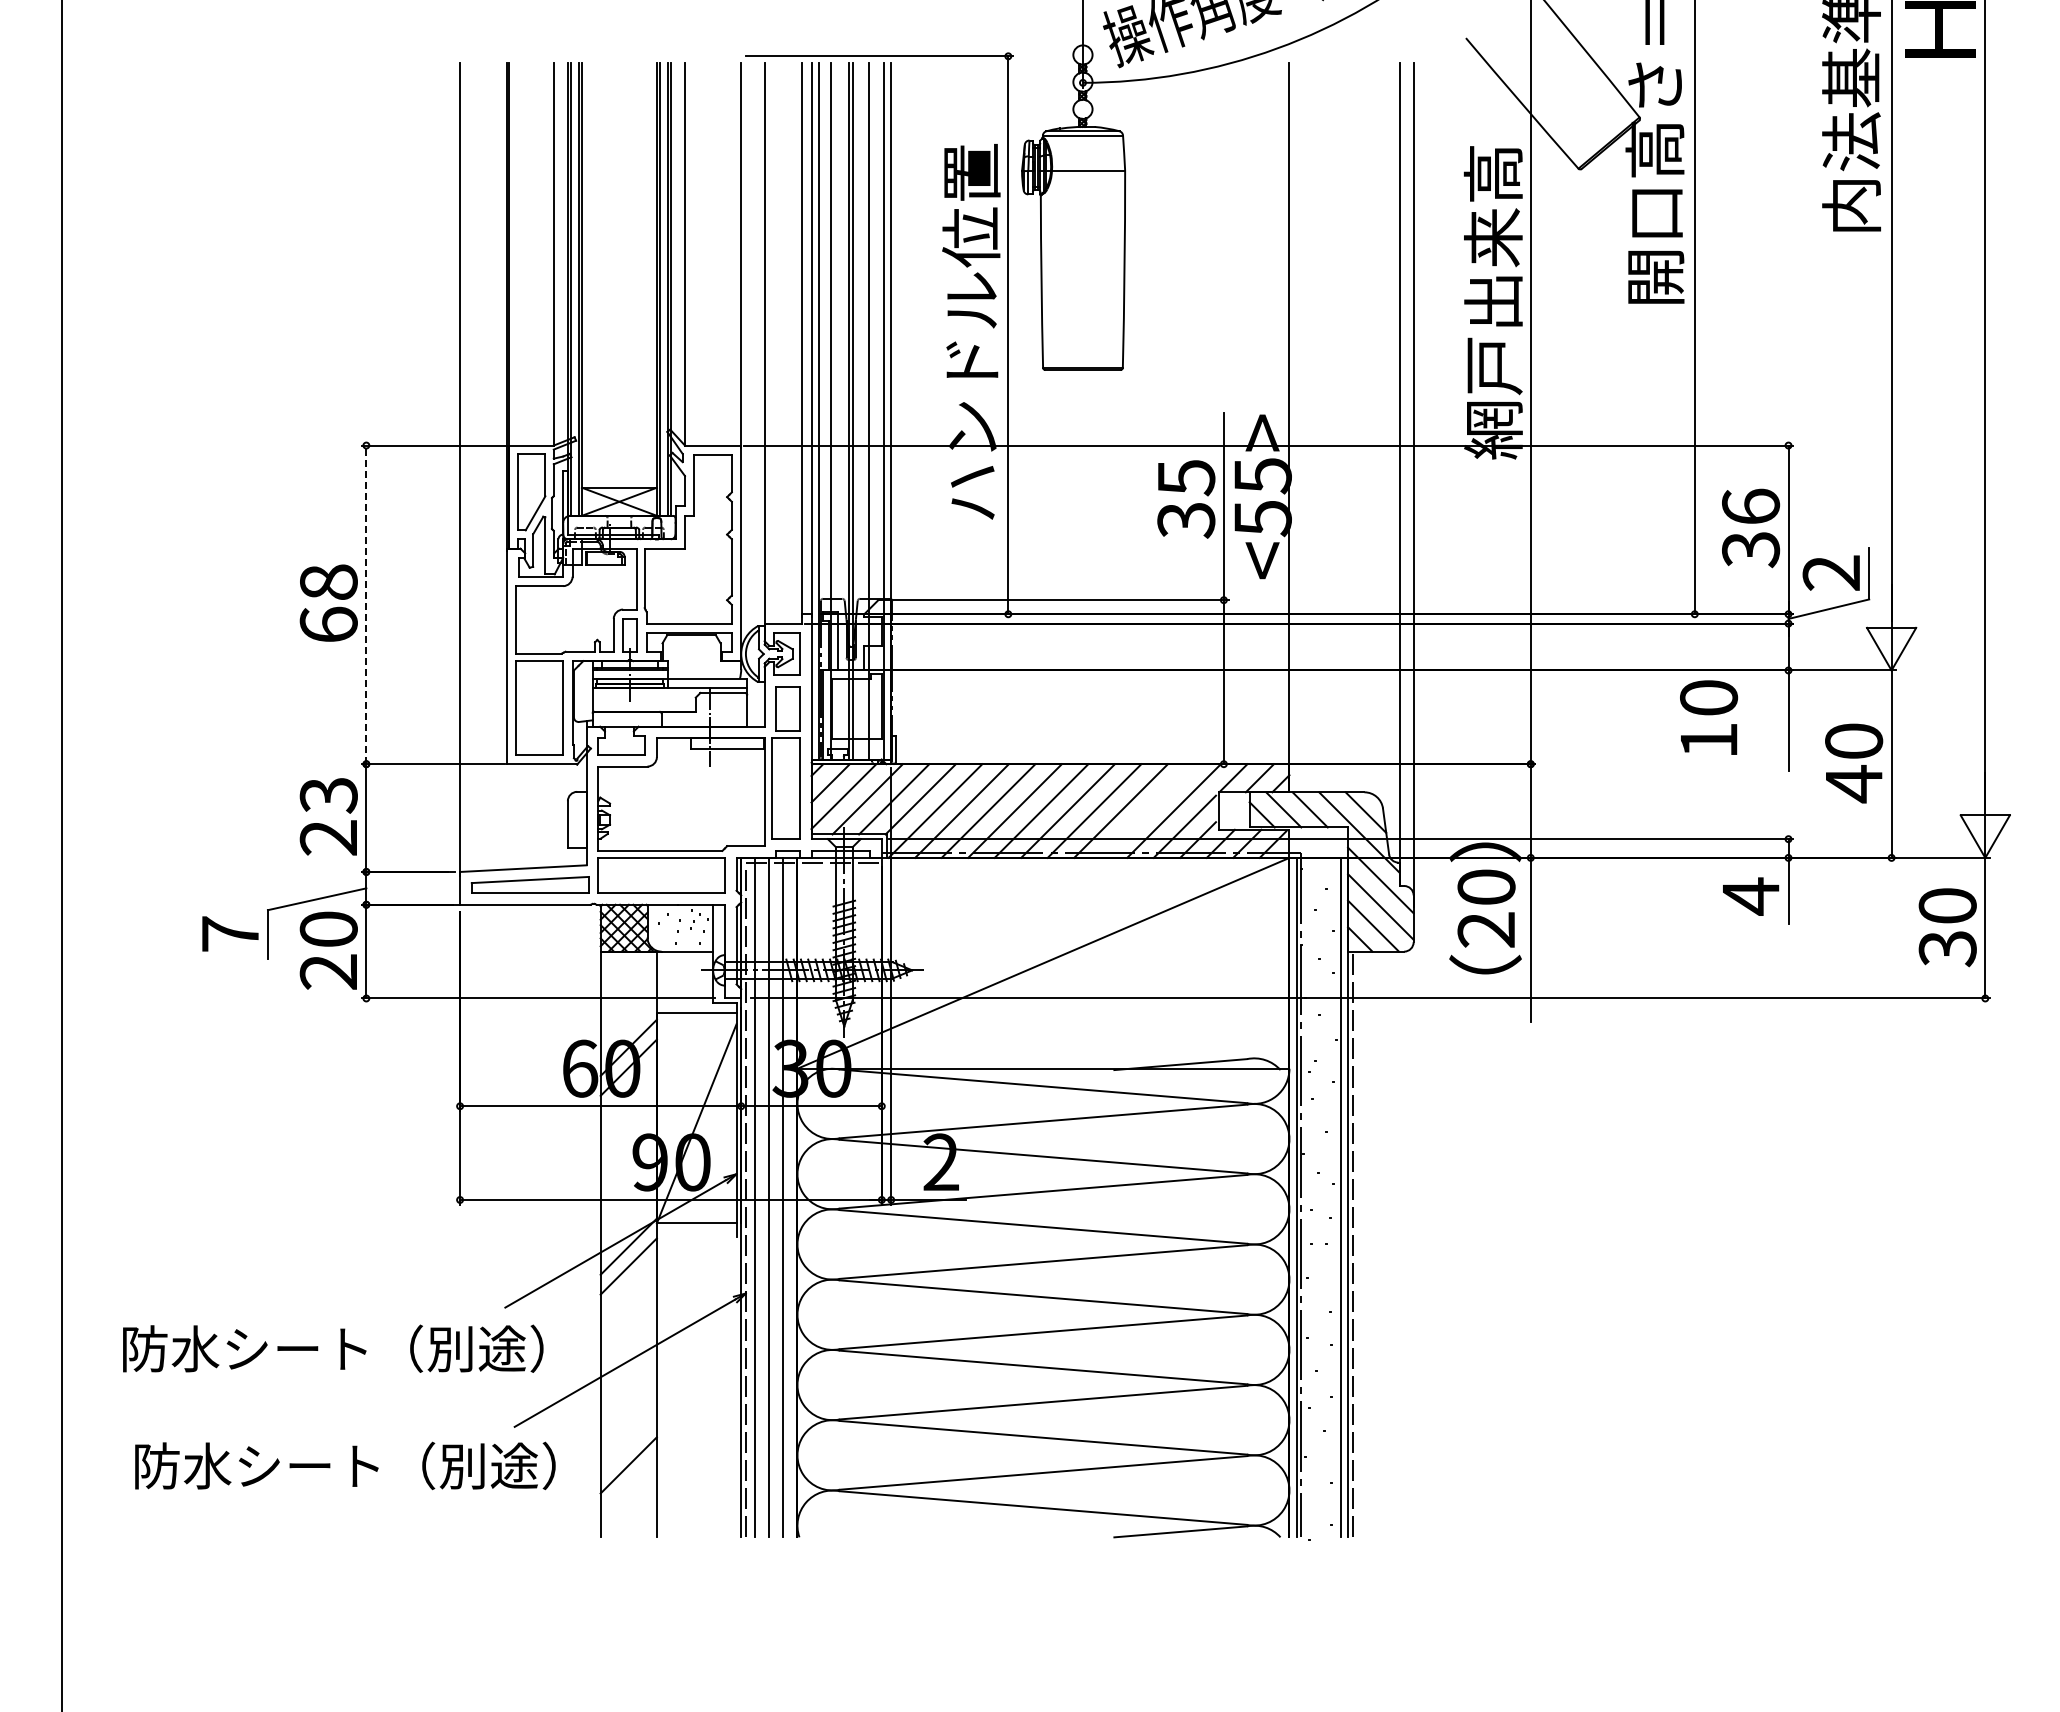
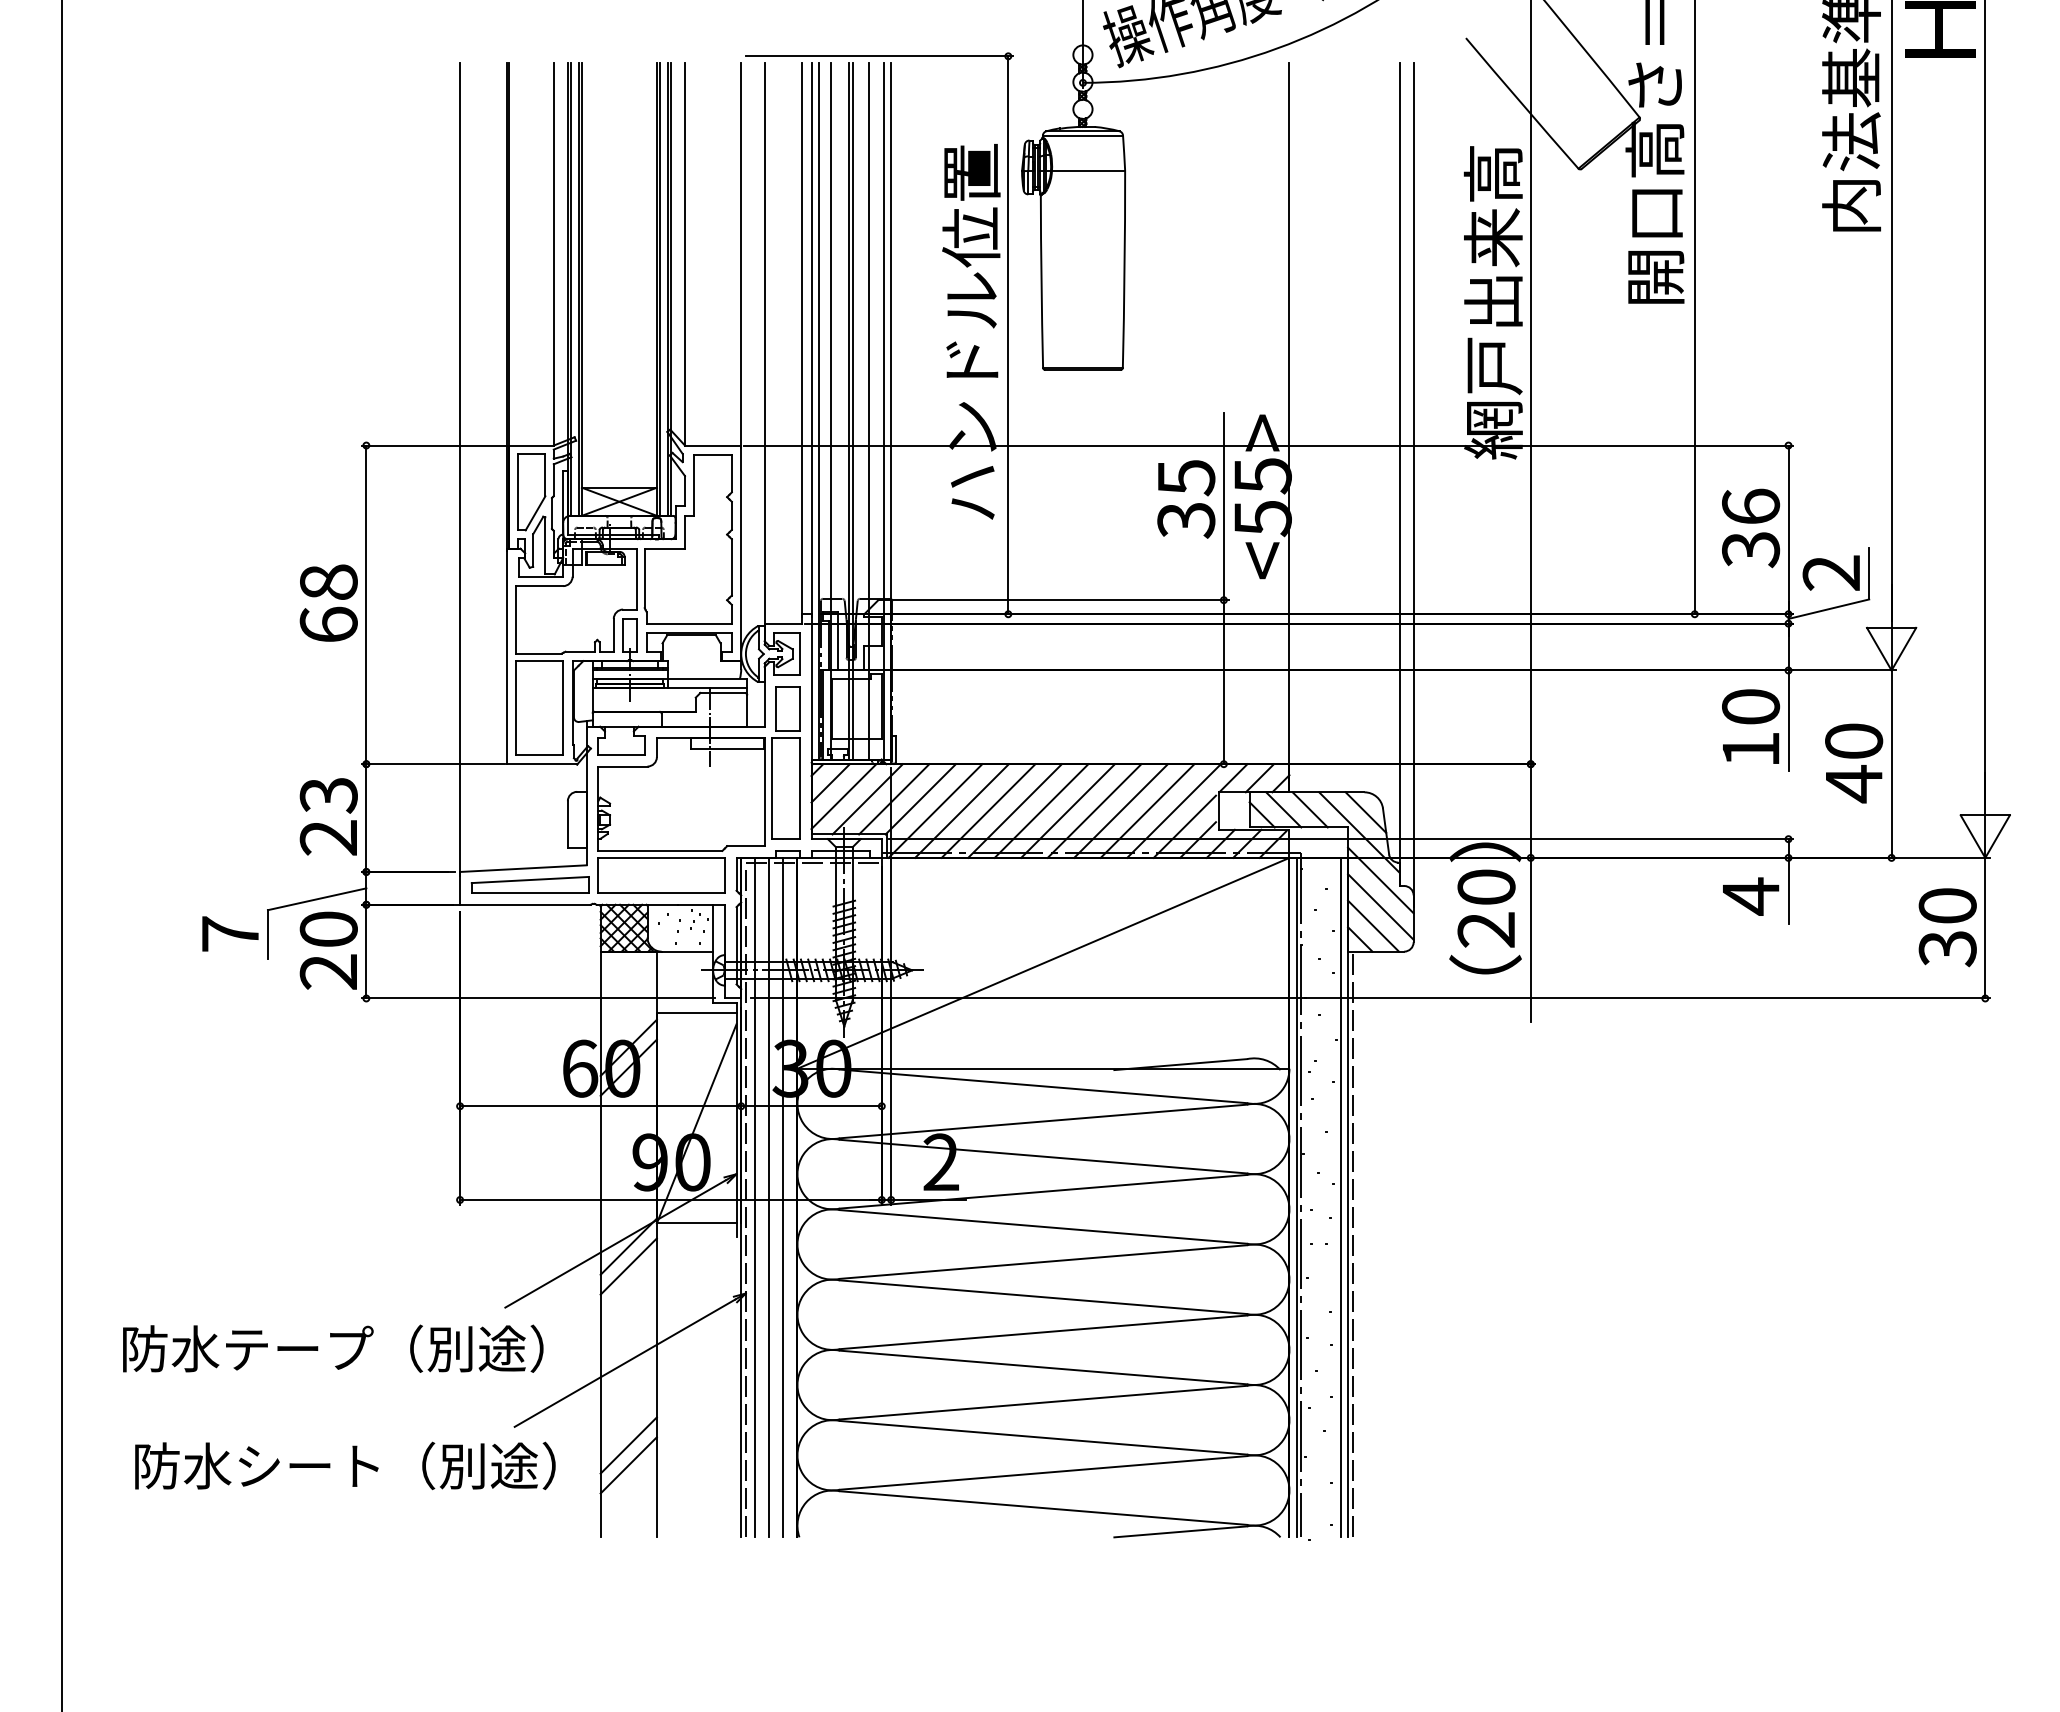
line at (366, 604): dashed -> solid
text at (1709, 717) position: (1709, 717) -> (1751, 726)
line at (1147, 810): none -> present
text at (299, 1347): 防水シート（別途） -> 防水テープ（別途）
line at (628, 1445): none -> present
